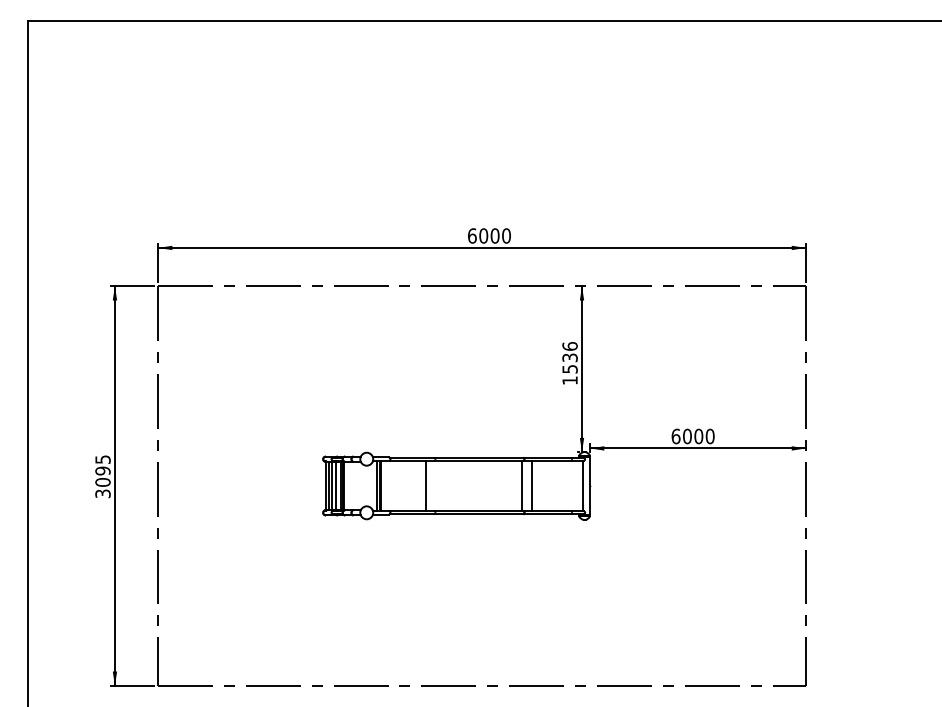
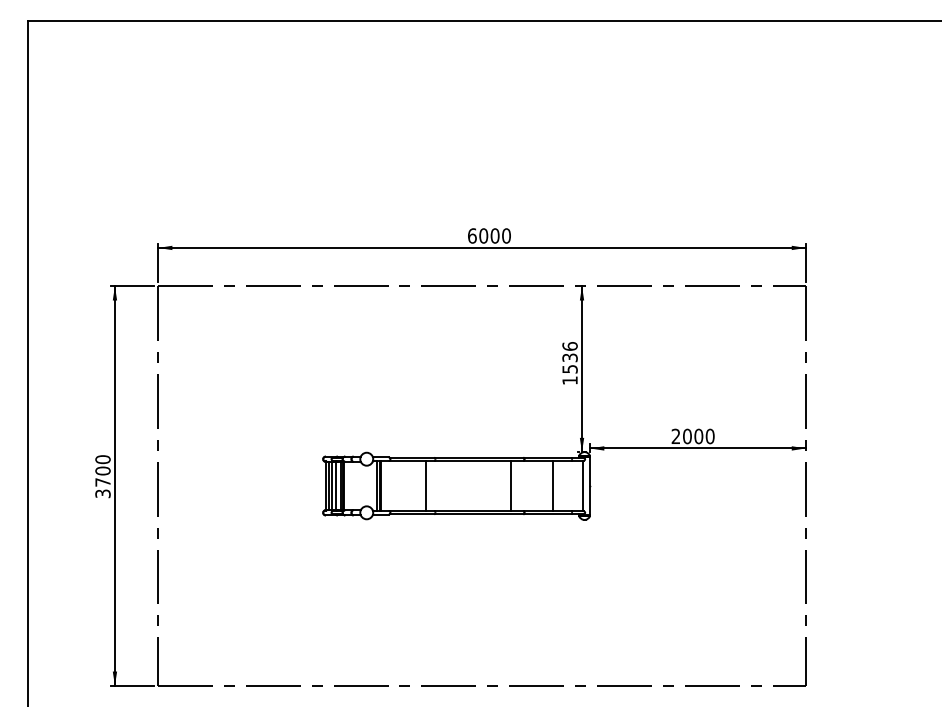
text at (675, 436): 6000 -> 2000
text at (102, 470): 3095 -> 3700
line at (521, 485) position: (521, 485) -> (510, 485)
line at (531, 485) position: (531, 485) -> (552, 485)
